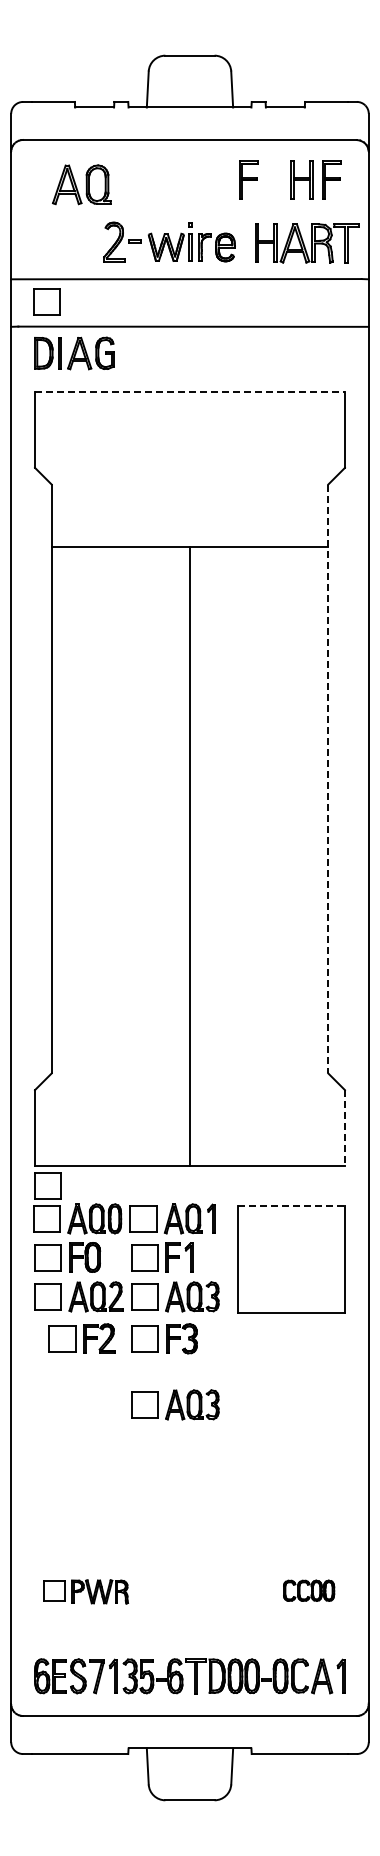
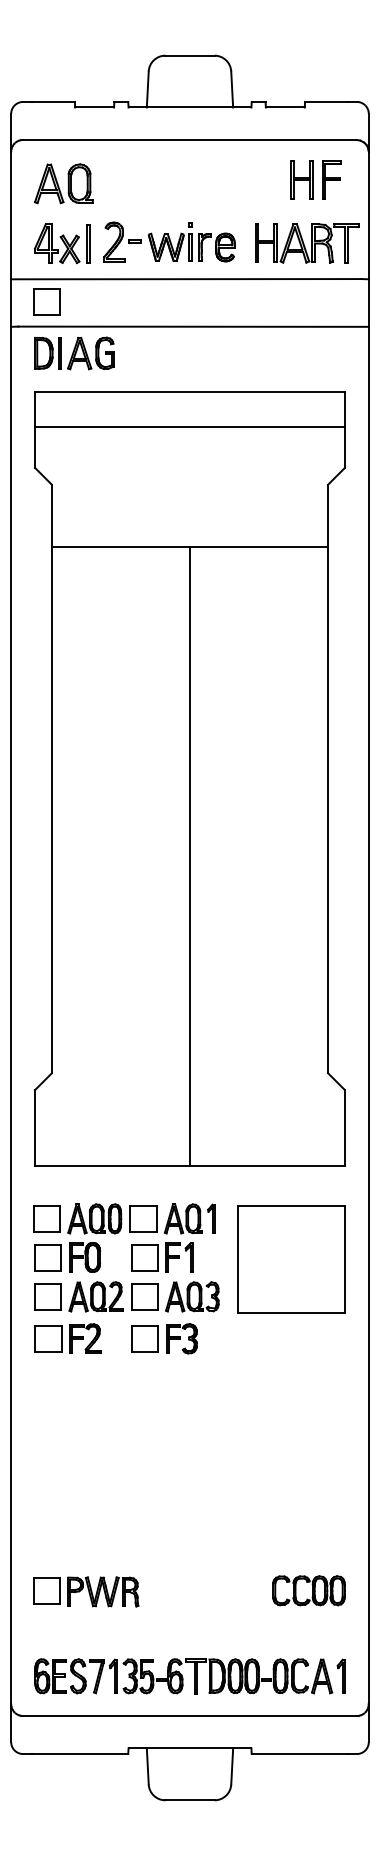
part at (248, 179): present -> none
part at (81, 184) position: (81, 184) -> (63, 183)
part at (62, 243): none -> present
line at (190, 391): dashed -> solid
line at (189, 427): none -> present
line at (328, 779): dashed -> solid
line at (344, 1128): dashed -> solid
part at (47, 1185): present -> none
line at (291, 1205): dashed -> solid
part at (81, 1338) position: (81, 1338) -> (67, 1338)
part at (175, 1404): present -> none
part at (309, 1590) size: 53x23 px -> 74x32 px
part at (85, 1591) size: 86x26 px -> 107x32 px
